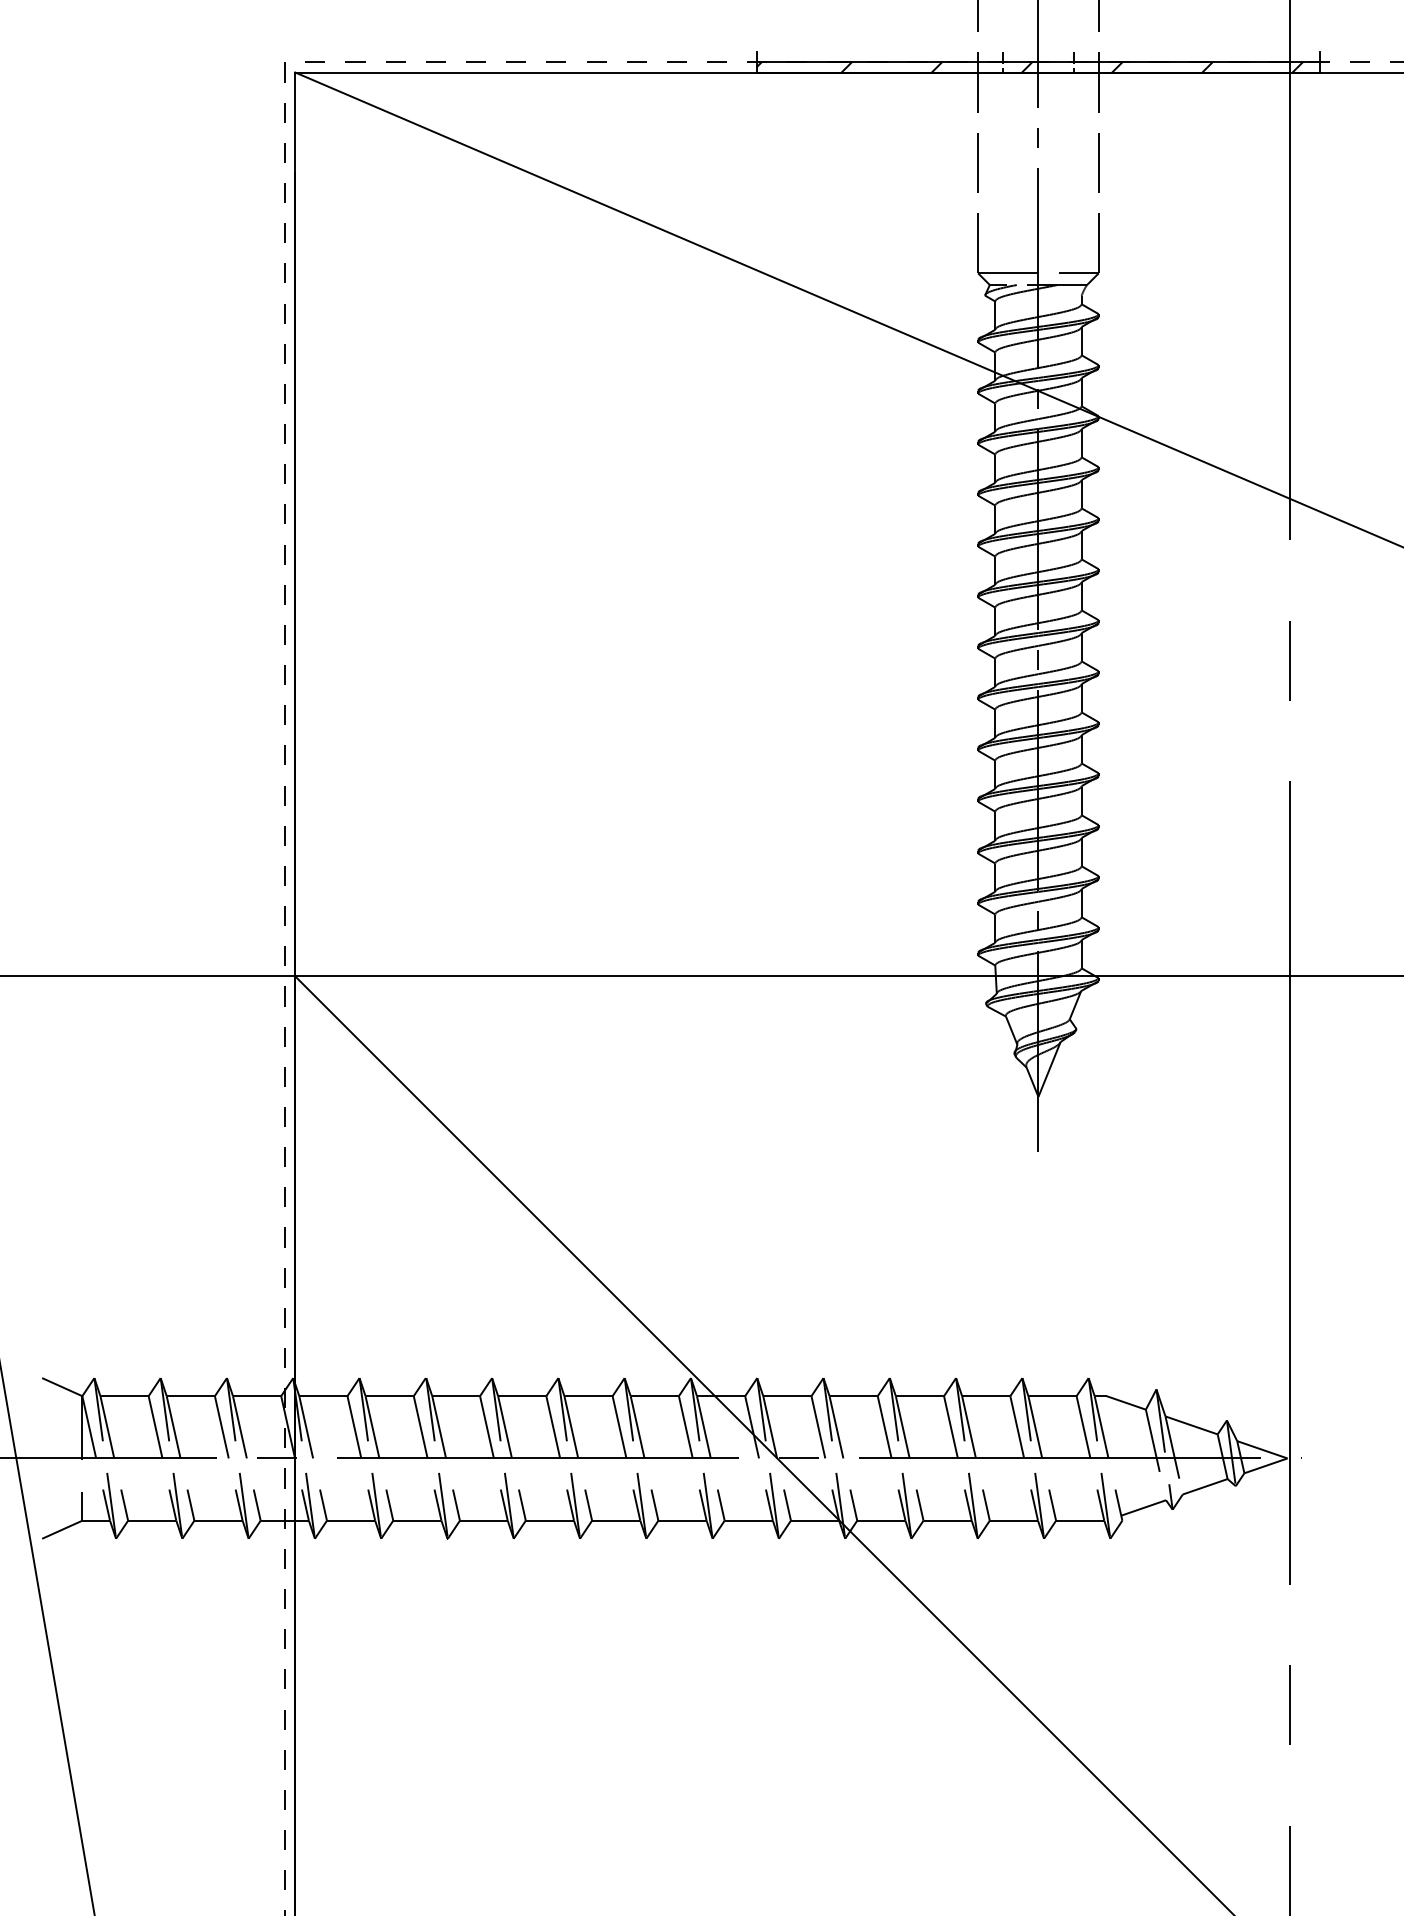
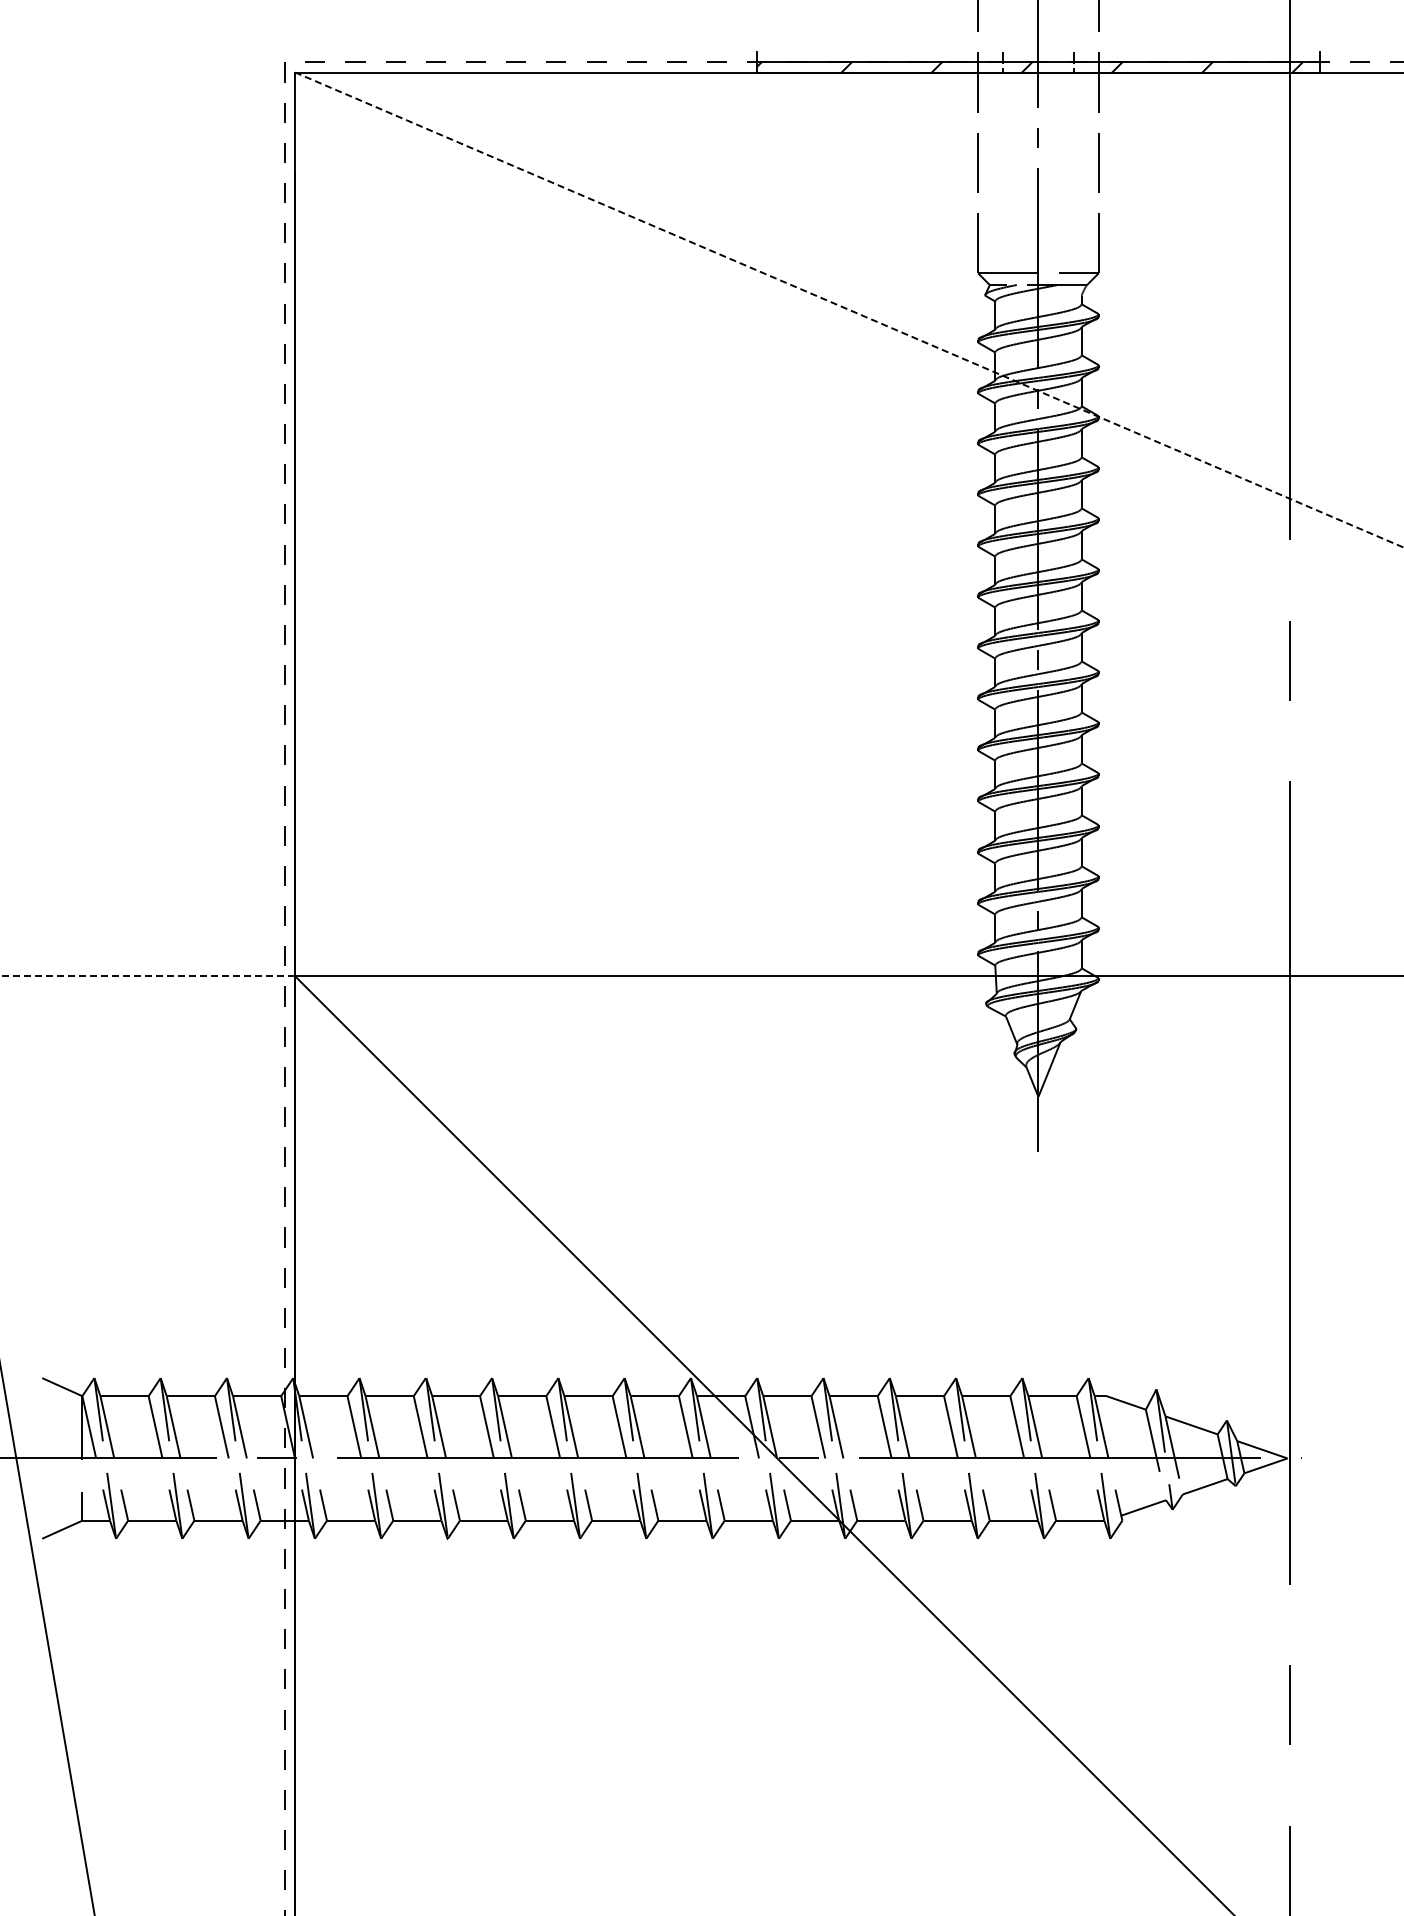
line at (849, 310): solid -> dashed
line at (147, 976): solid -> dashed
